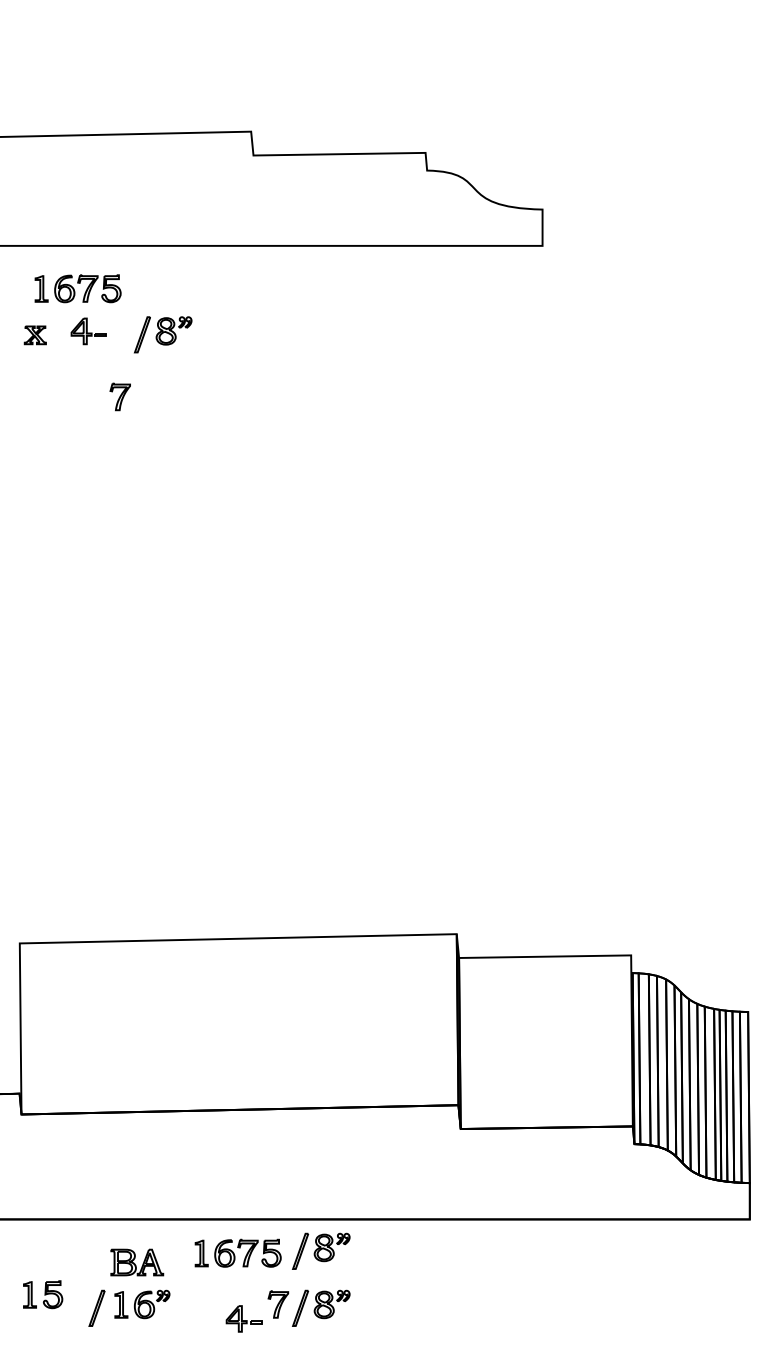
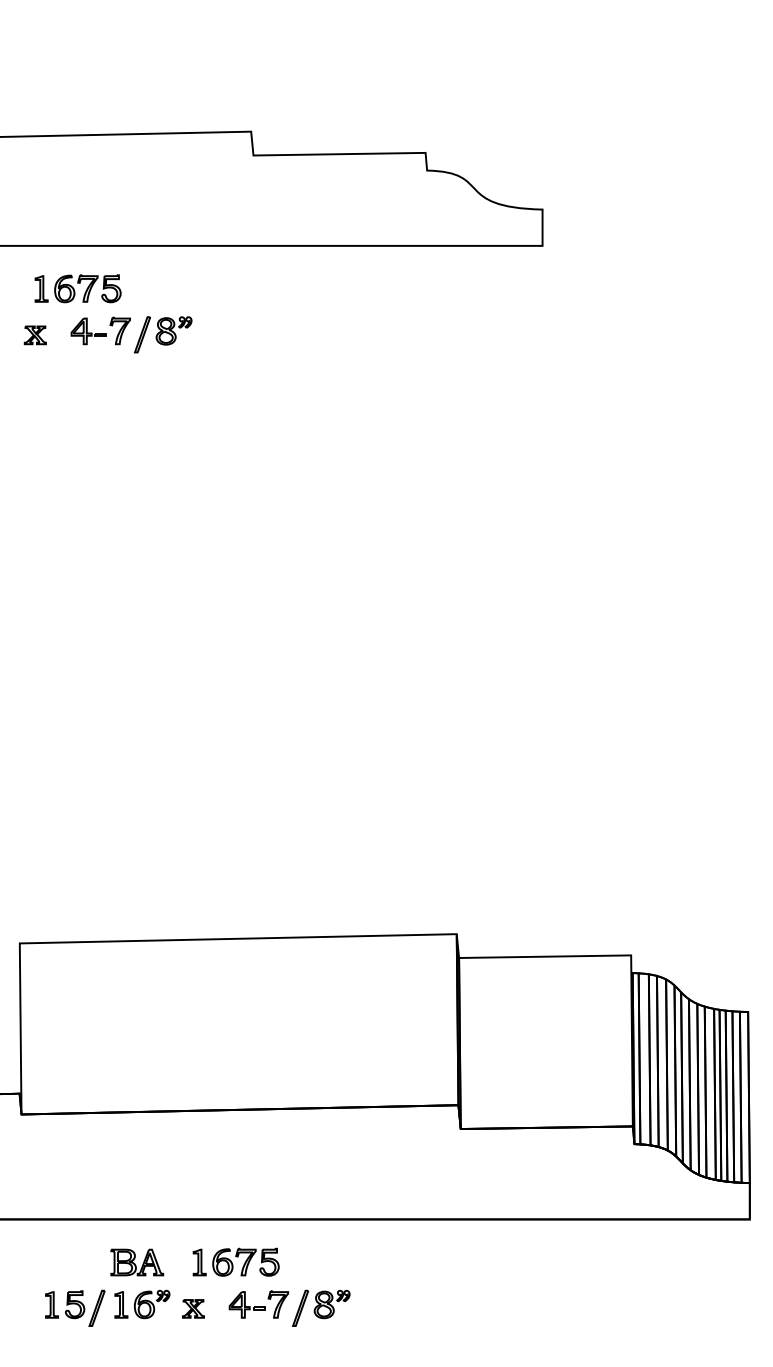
part at (119, 396) position: (119, 396) -> (119, 330)
part at (321, 1250): present -> none
part at (237, 1252) position: (237, 1252) -> (235, 1261)
part at (43, 1294) position: (43, 1294) -> (65, 1304)
part at (193, 1308): none -> present
part at (243, 1318) position: (243, 1318) -> (246, 1304)
